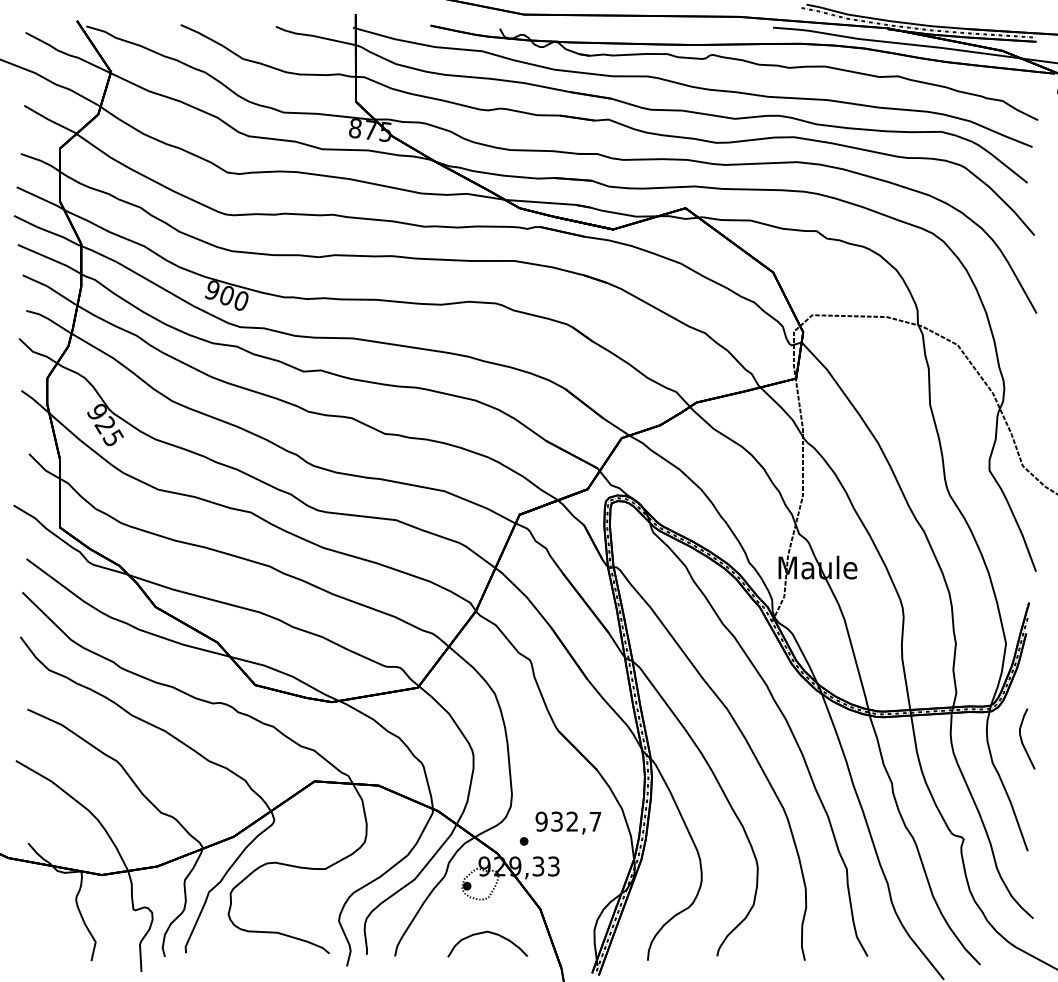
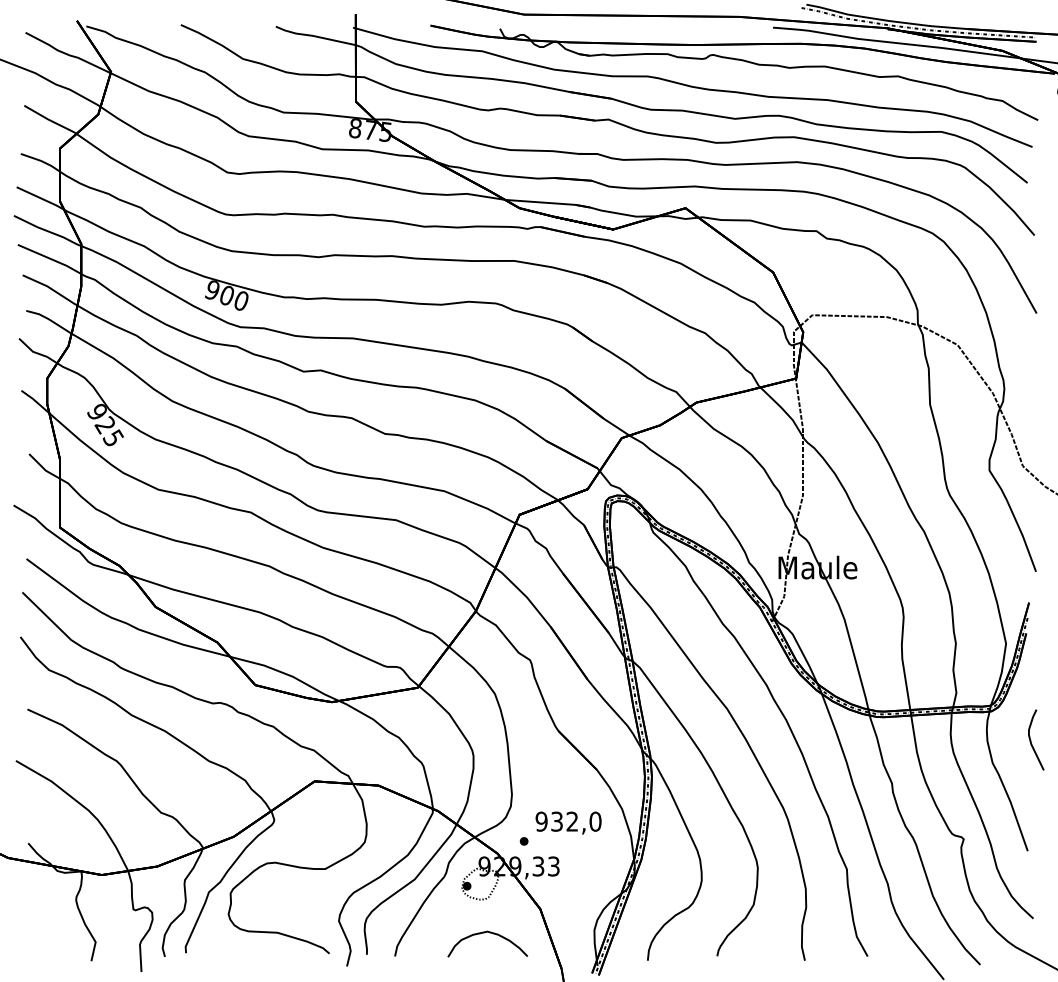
curve at (1022, 739) position: (1022, 739) -> (1031, 740)
text at (595, 821): 932,7 -> 932,0
